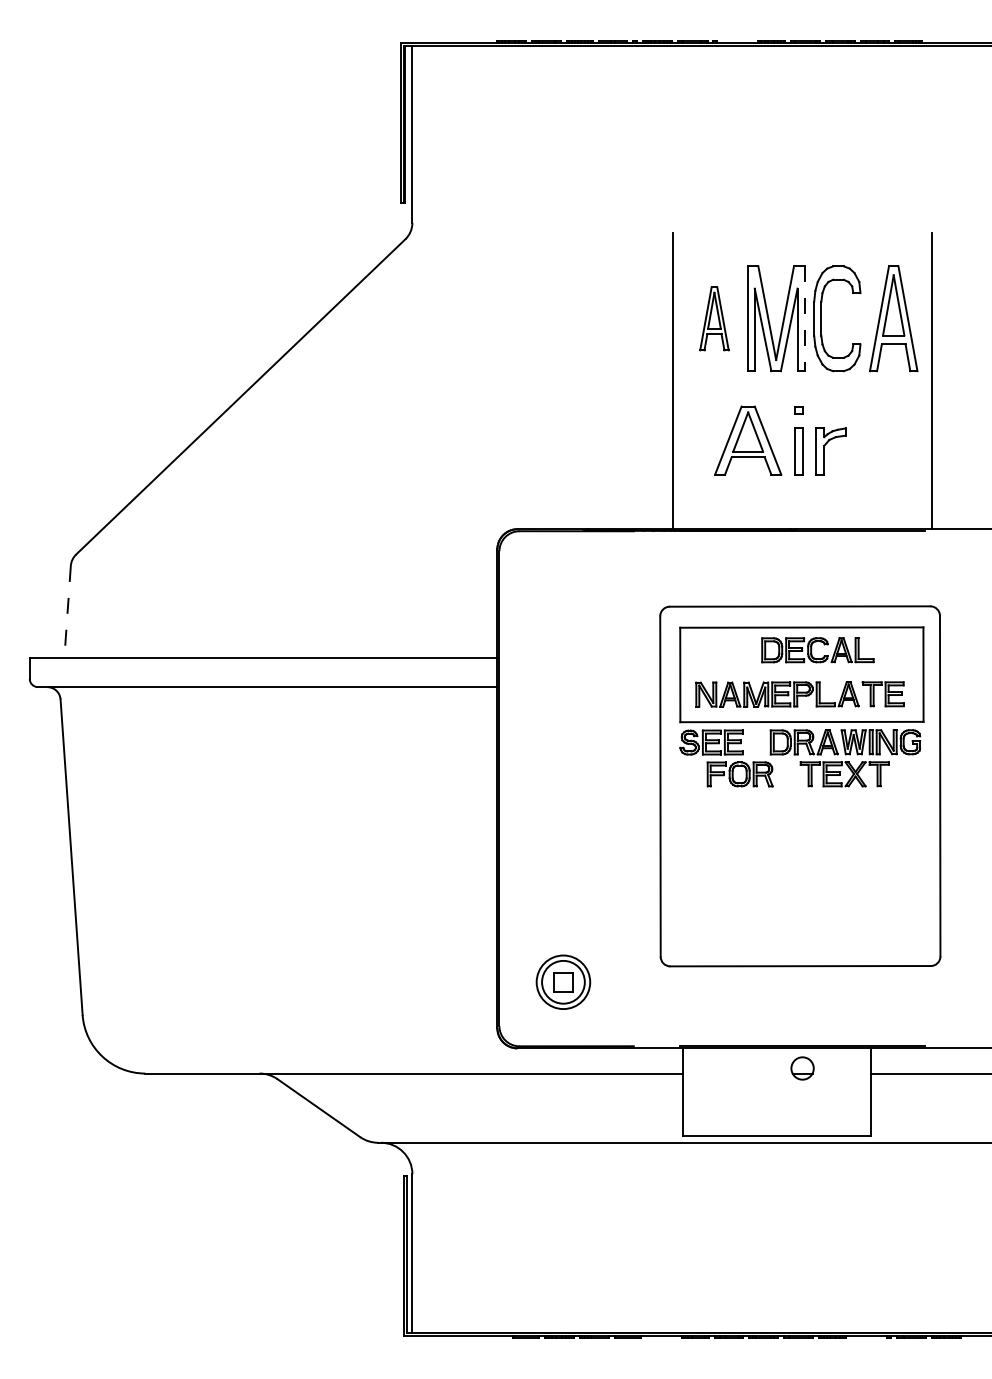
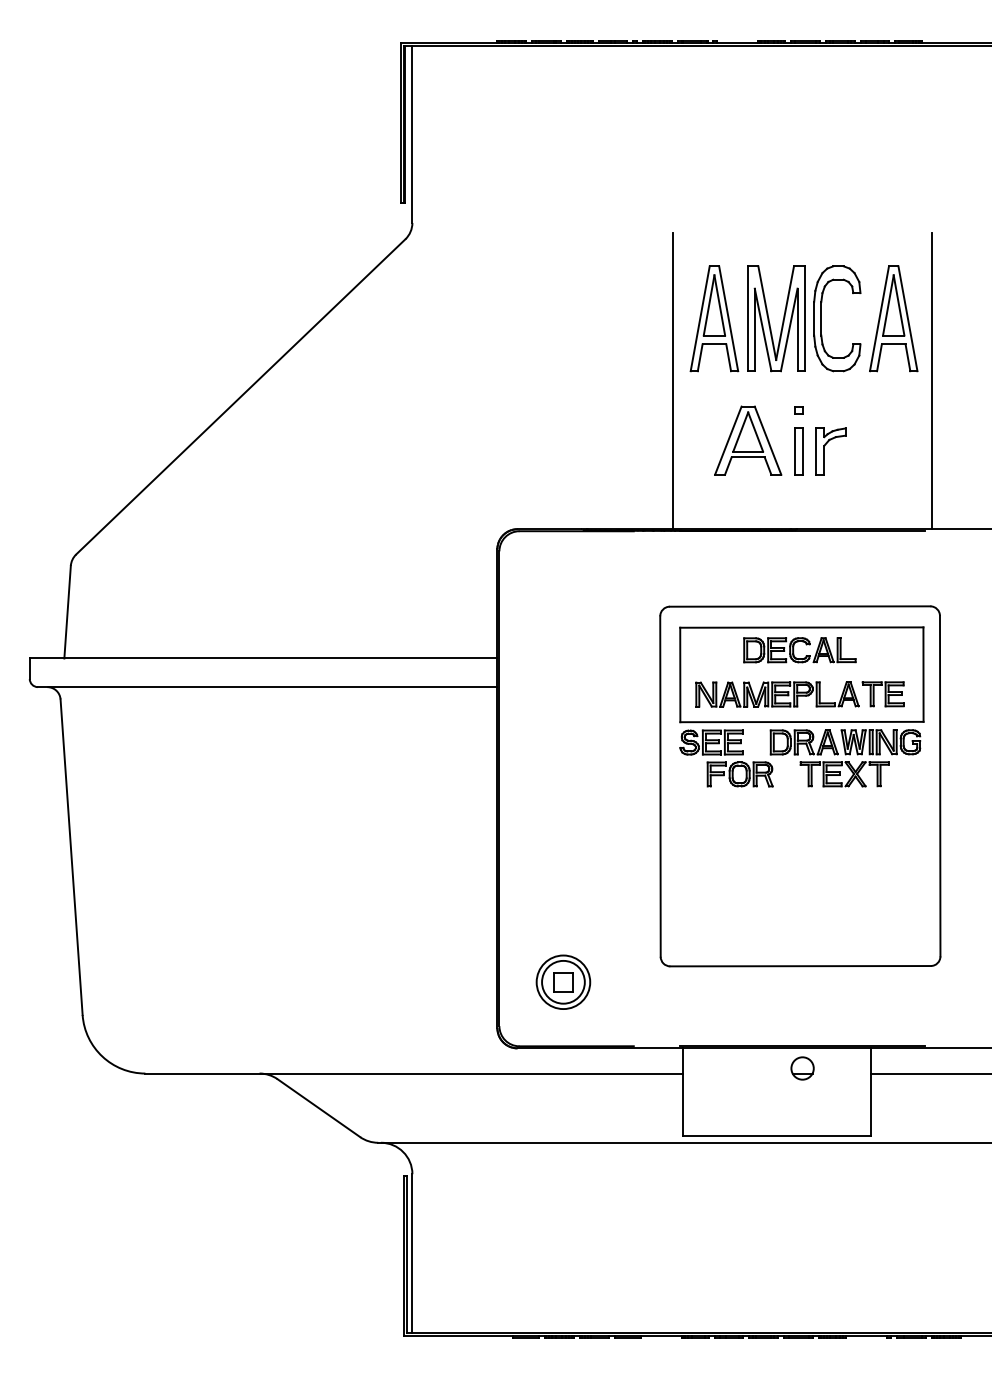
part at (714, 318) size: 31x66 px -> 51x108 px
line at (804, 319): dashed -> solid
line at (67, 612): dashed -> solid
part at (817, 650) position: (817, 650) -> (799, 650)
